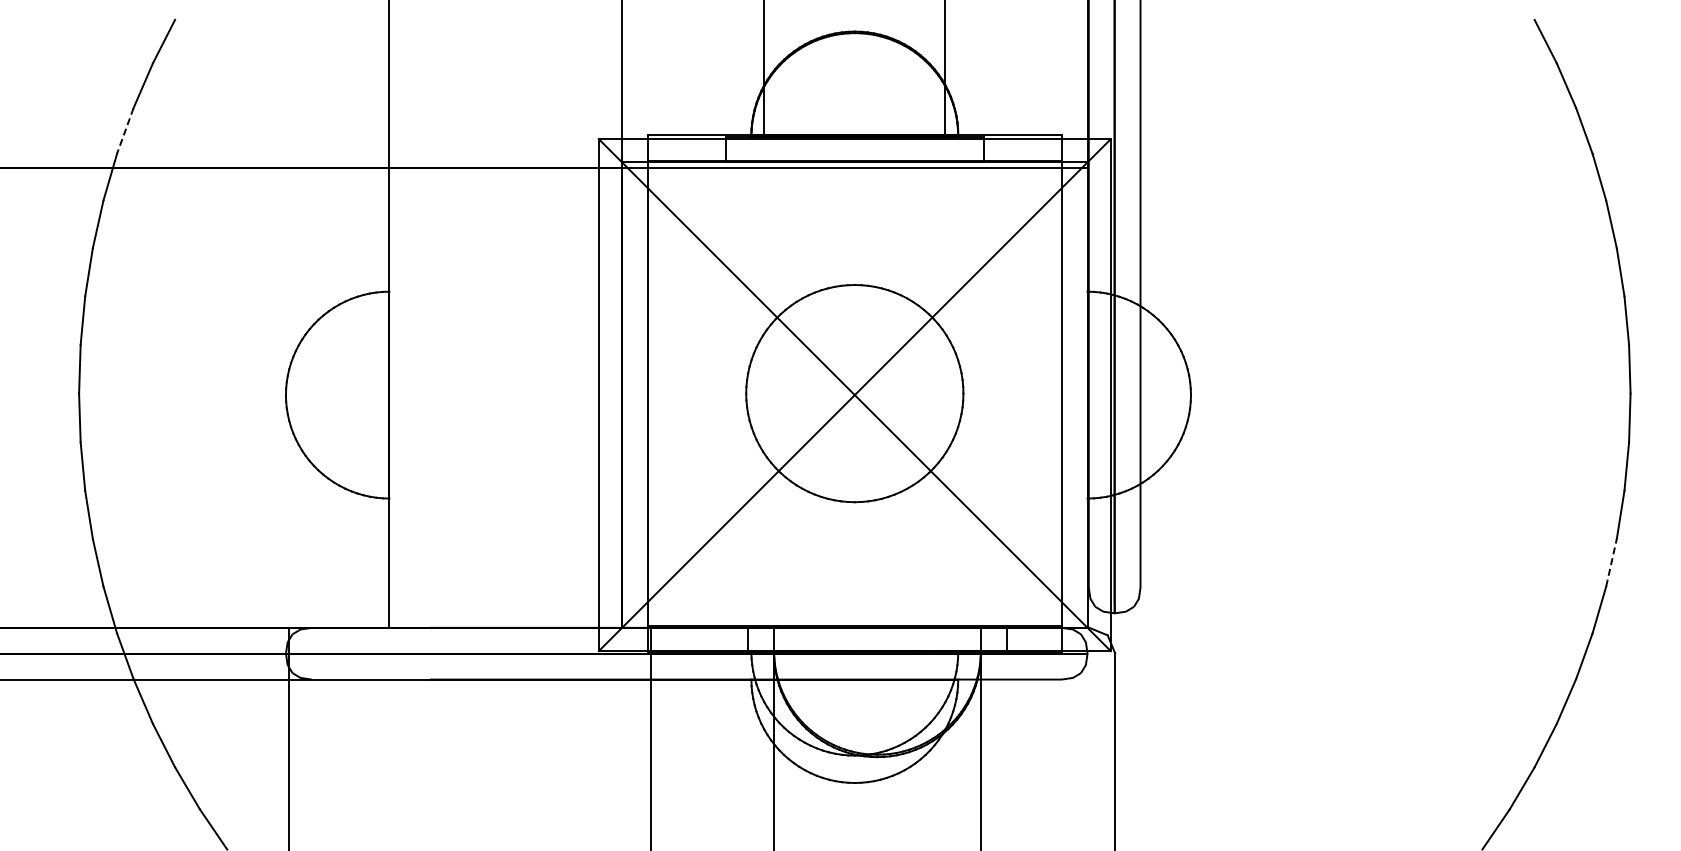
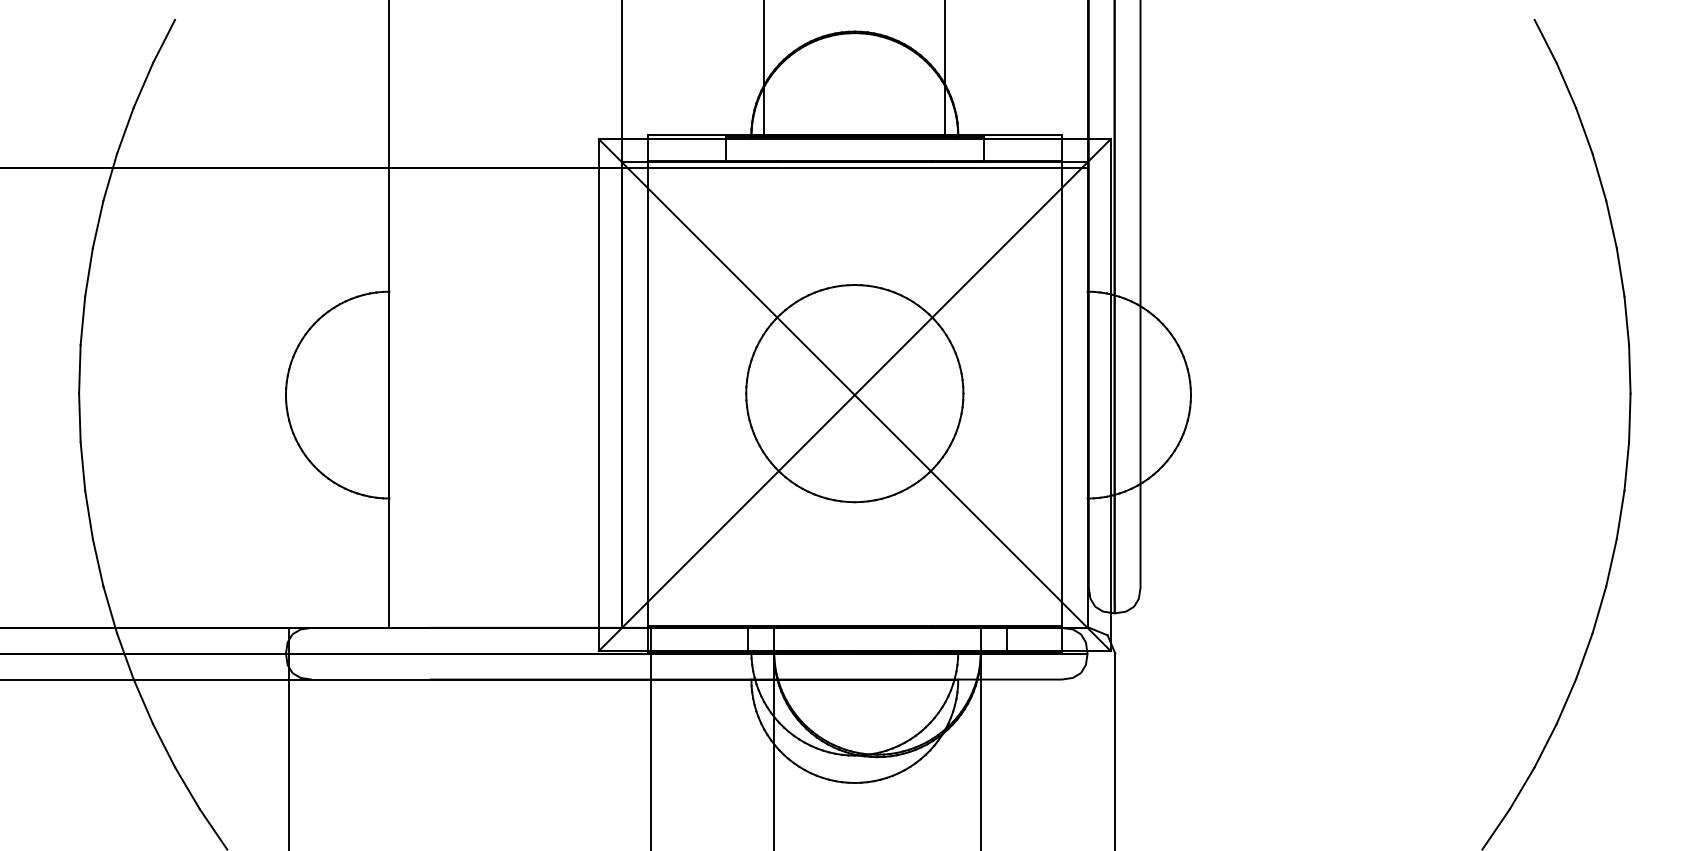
line at (125, 131): dashed -> solid
line at (1611, 562): dashed -> solid
